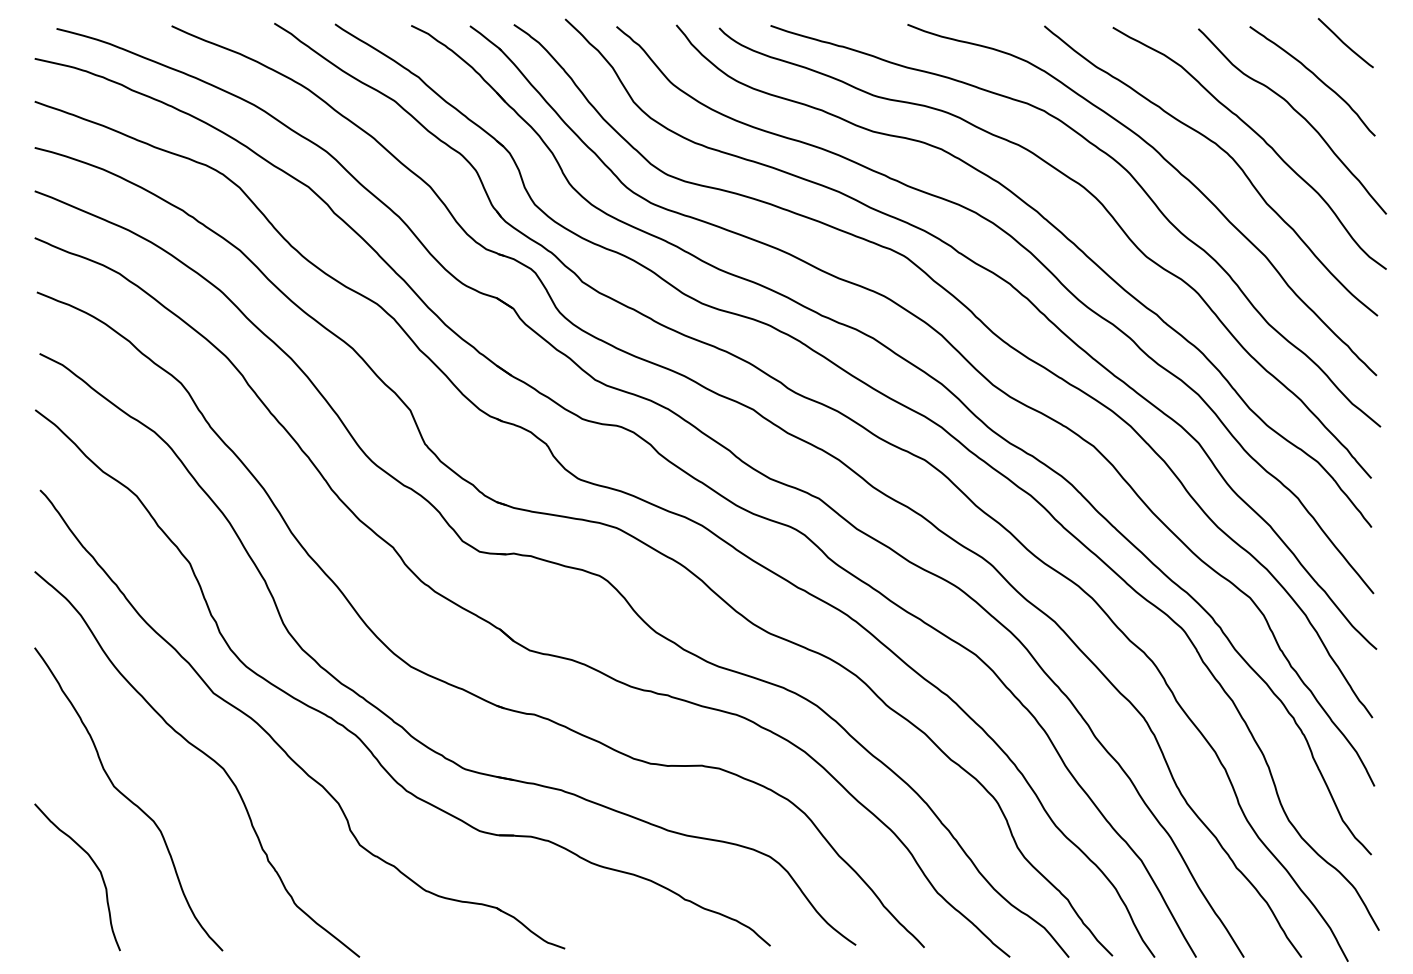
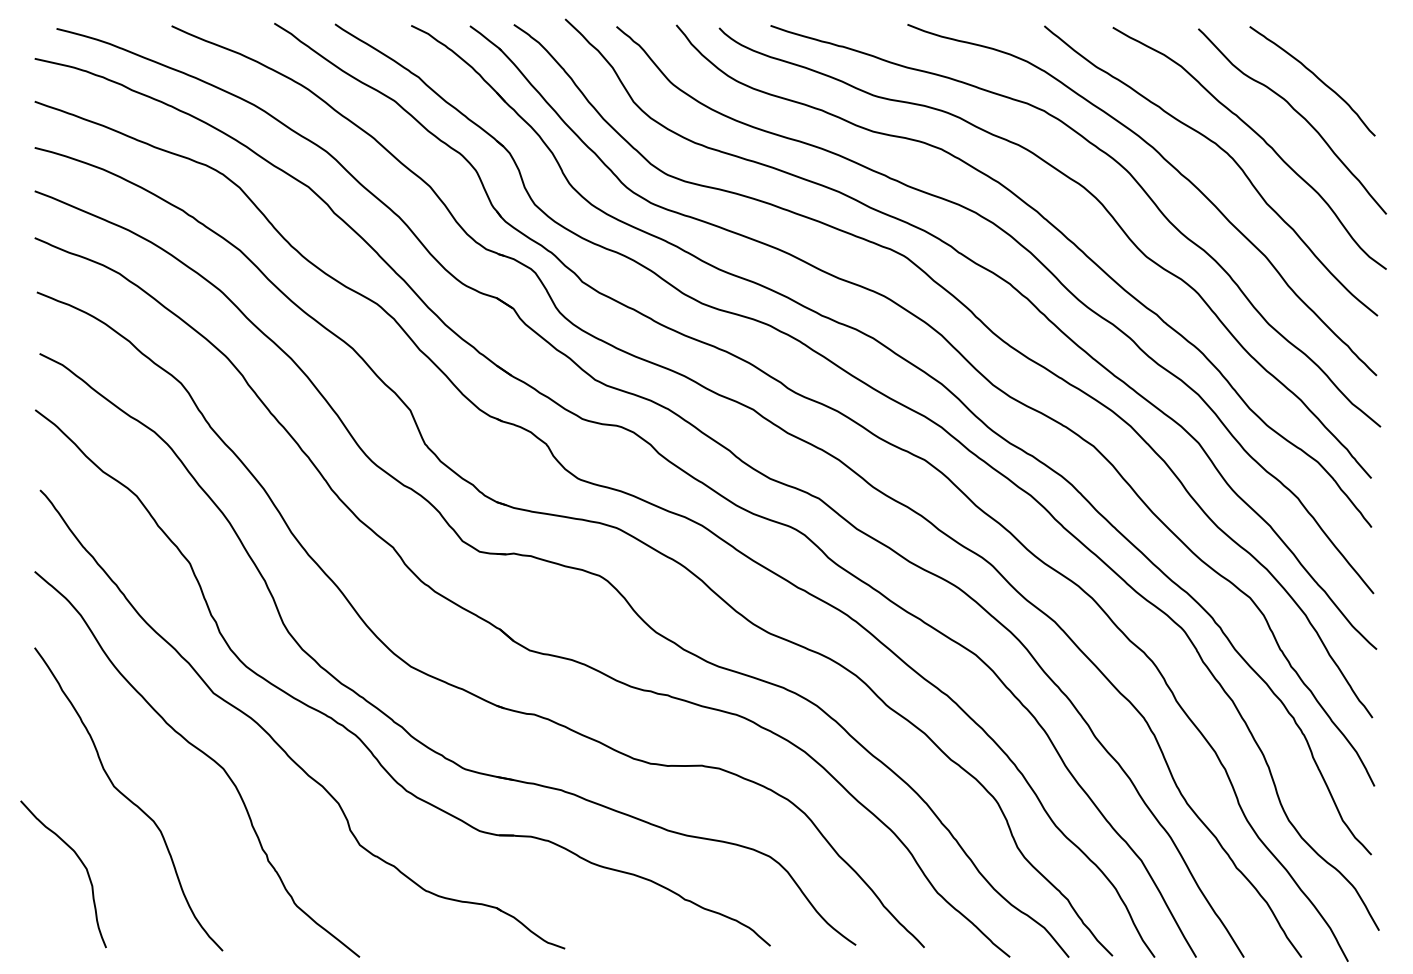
curve at (1345, 43): present -> none
curve at (95, 866) position: (95, 866) -> (81, 863)
